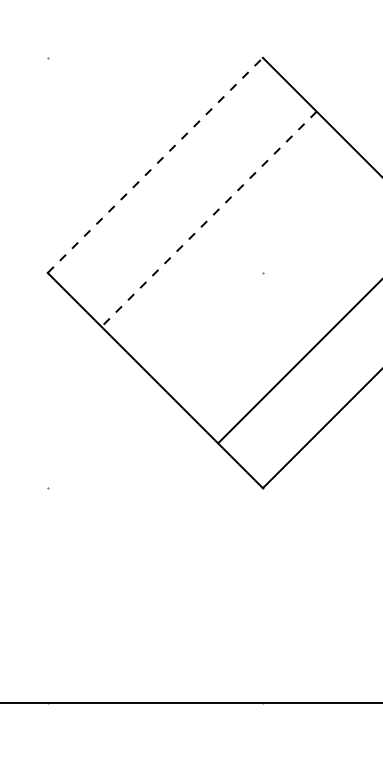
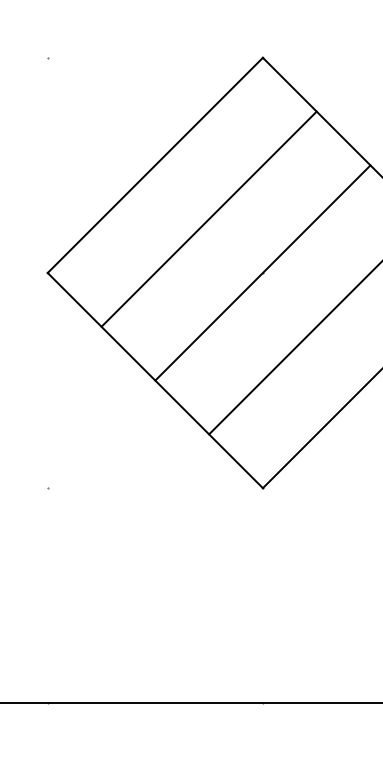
line at (155, 165): dashed -> solid
line at (208, 219): dashed -> solid
line at (262, 272): none -> present
line at (298, 362) position: (298, 362) -> (294, 348)
